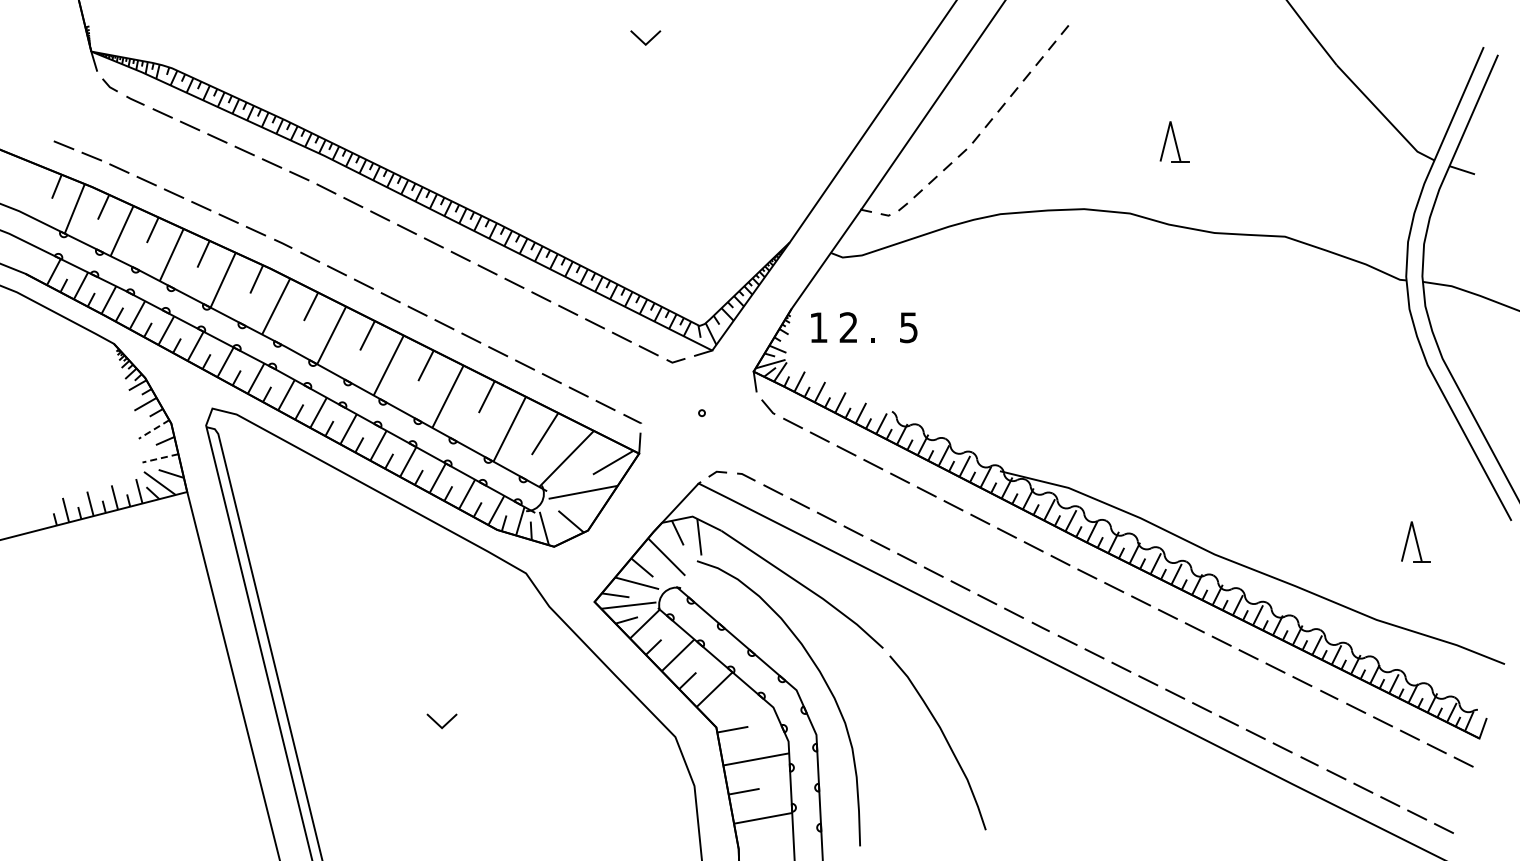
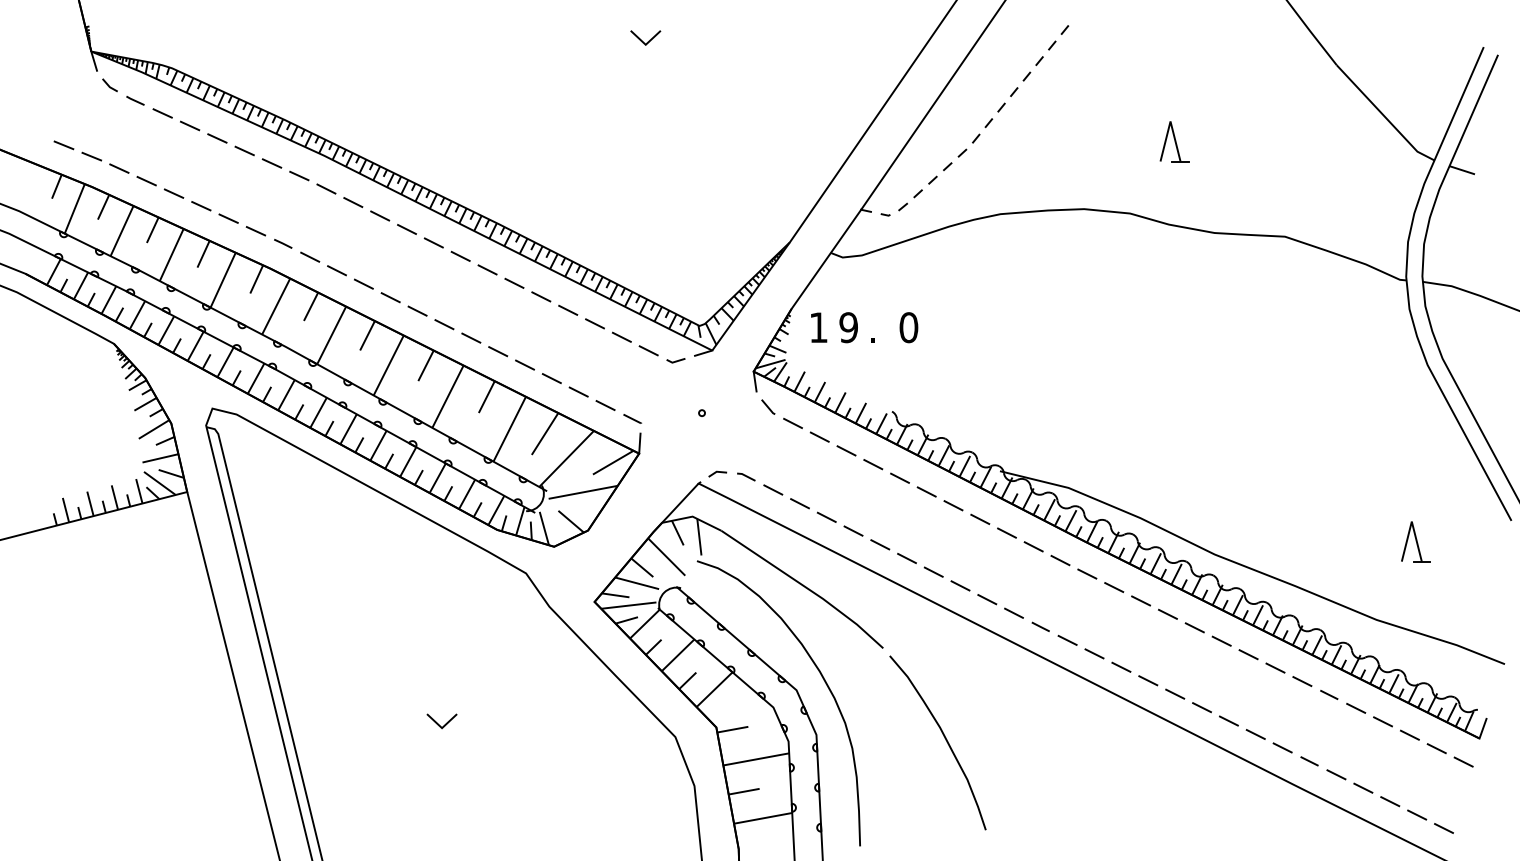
text at (848, 327): 2 -> 9
text at (908, 327): 5 -> 0
line at (154, 429): dashed -> solid
line at (160, 458): dashed -> solid
